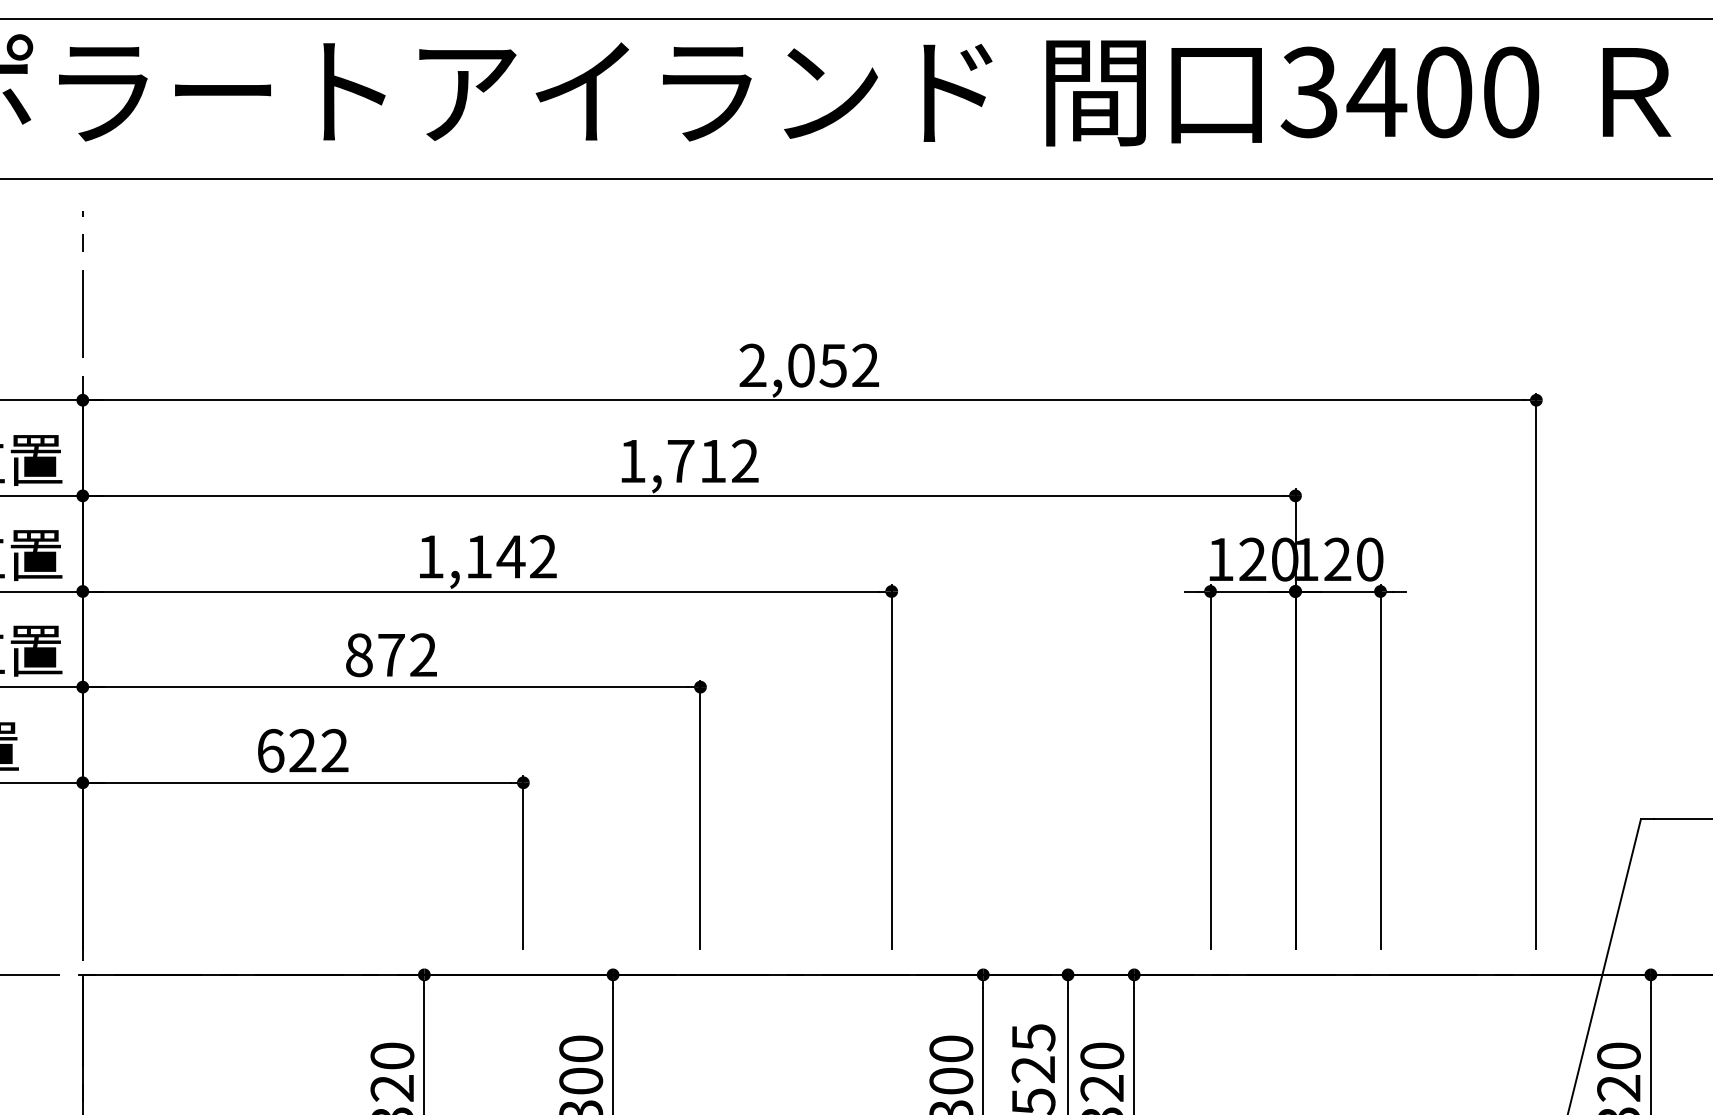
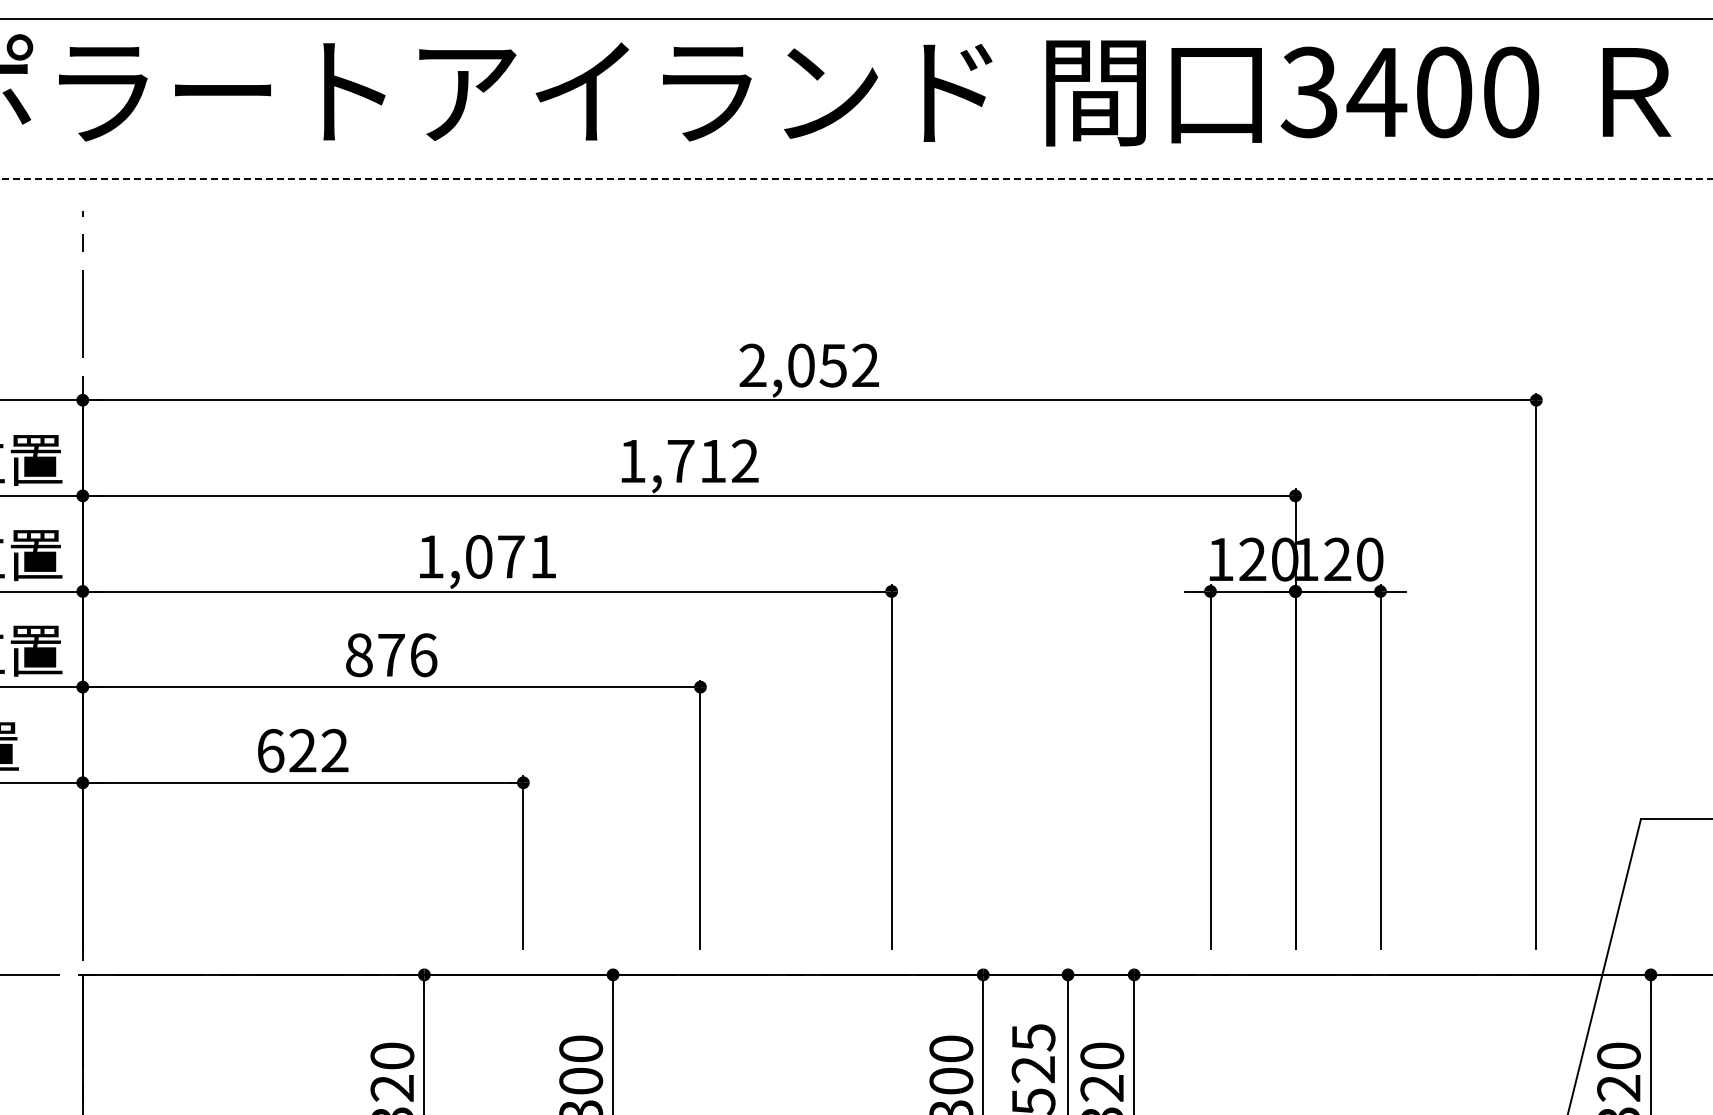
line at (857, 178): solid -> dashed
text at (511, 556): 1,142 -> 1,071
text at (423, 655): 872 -> 876
